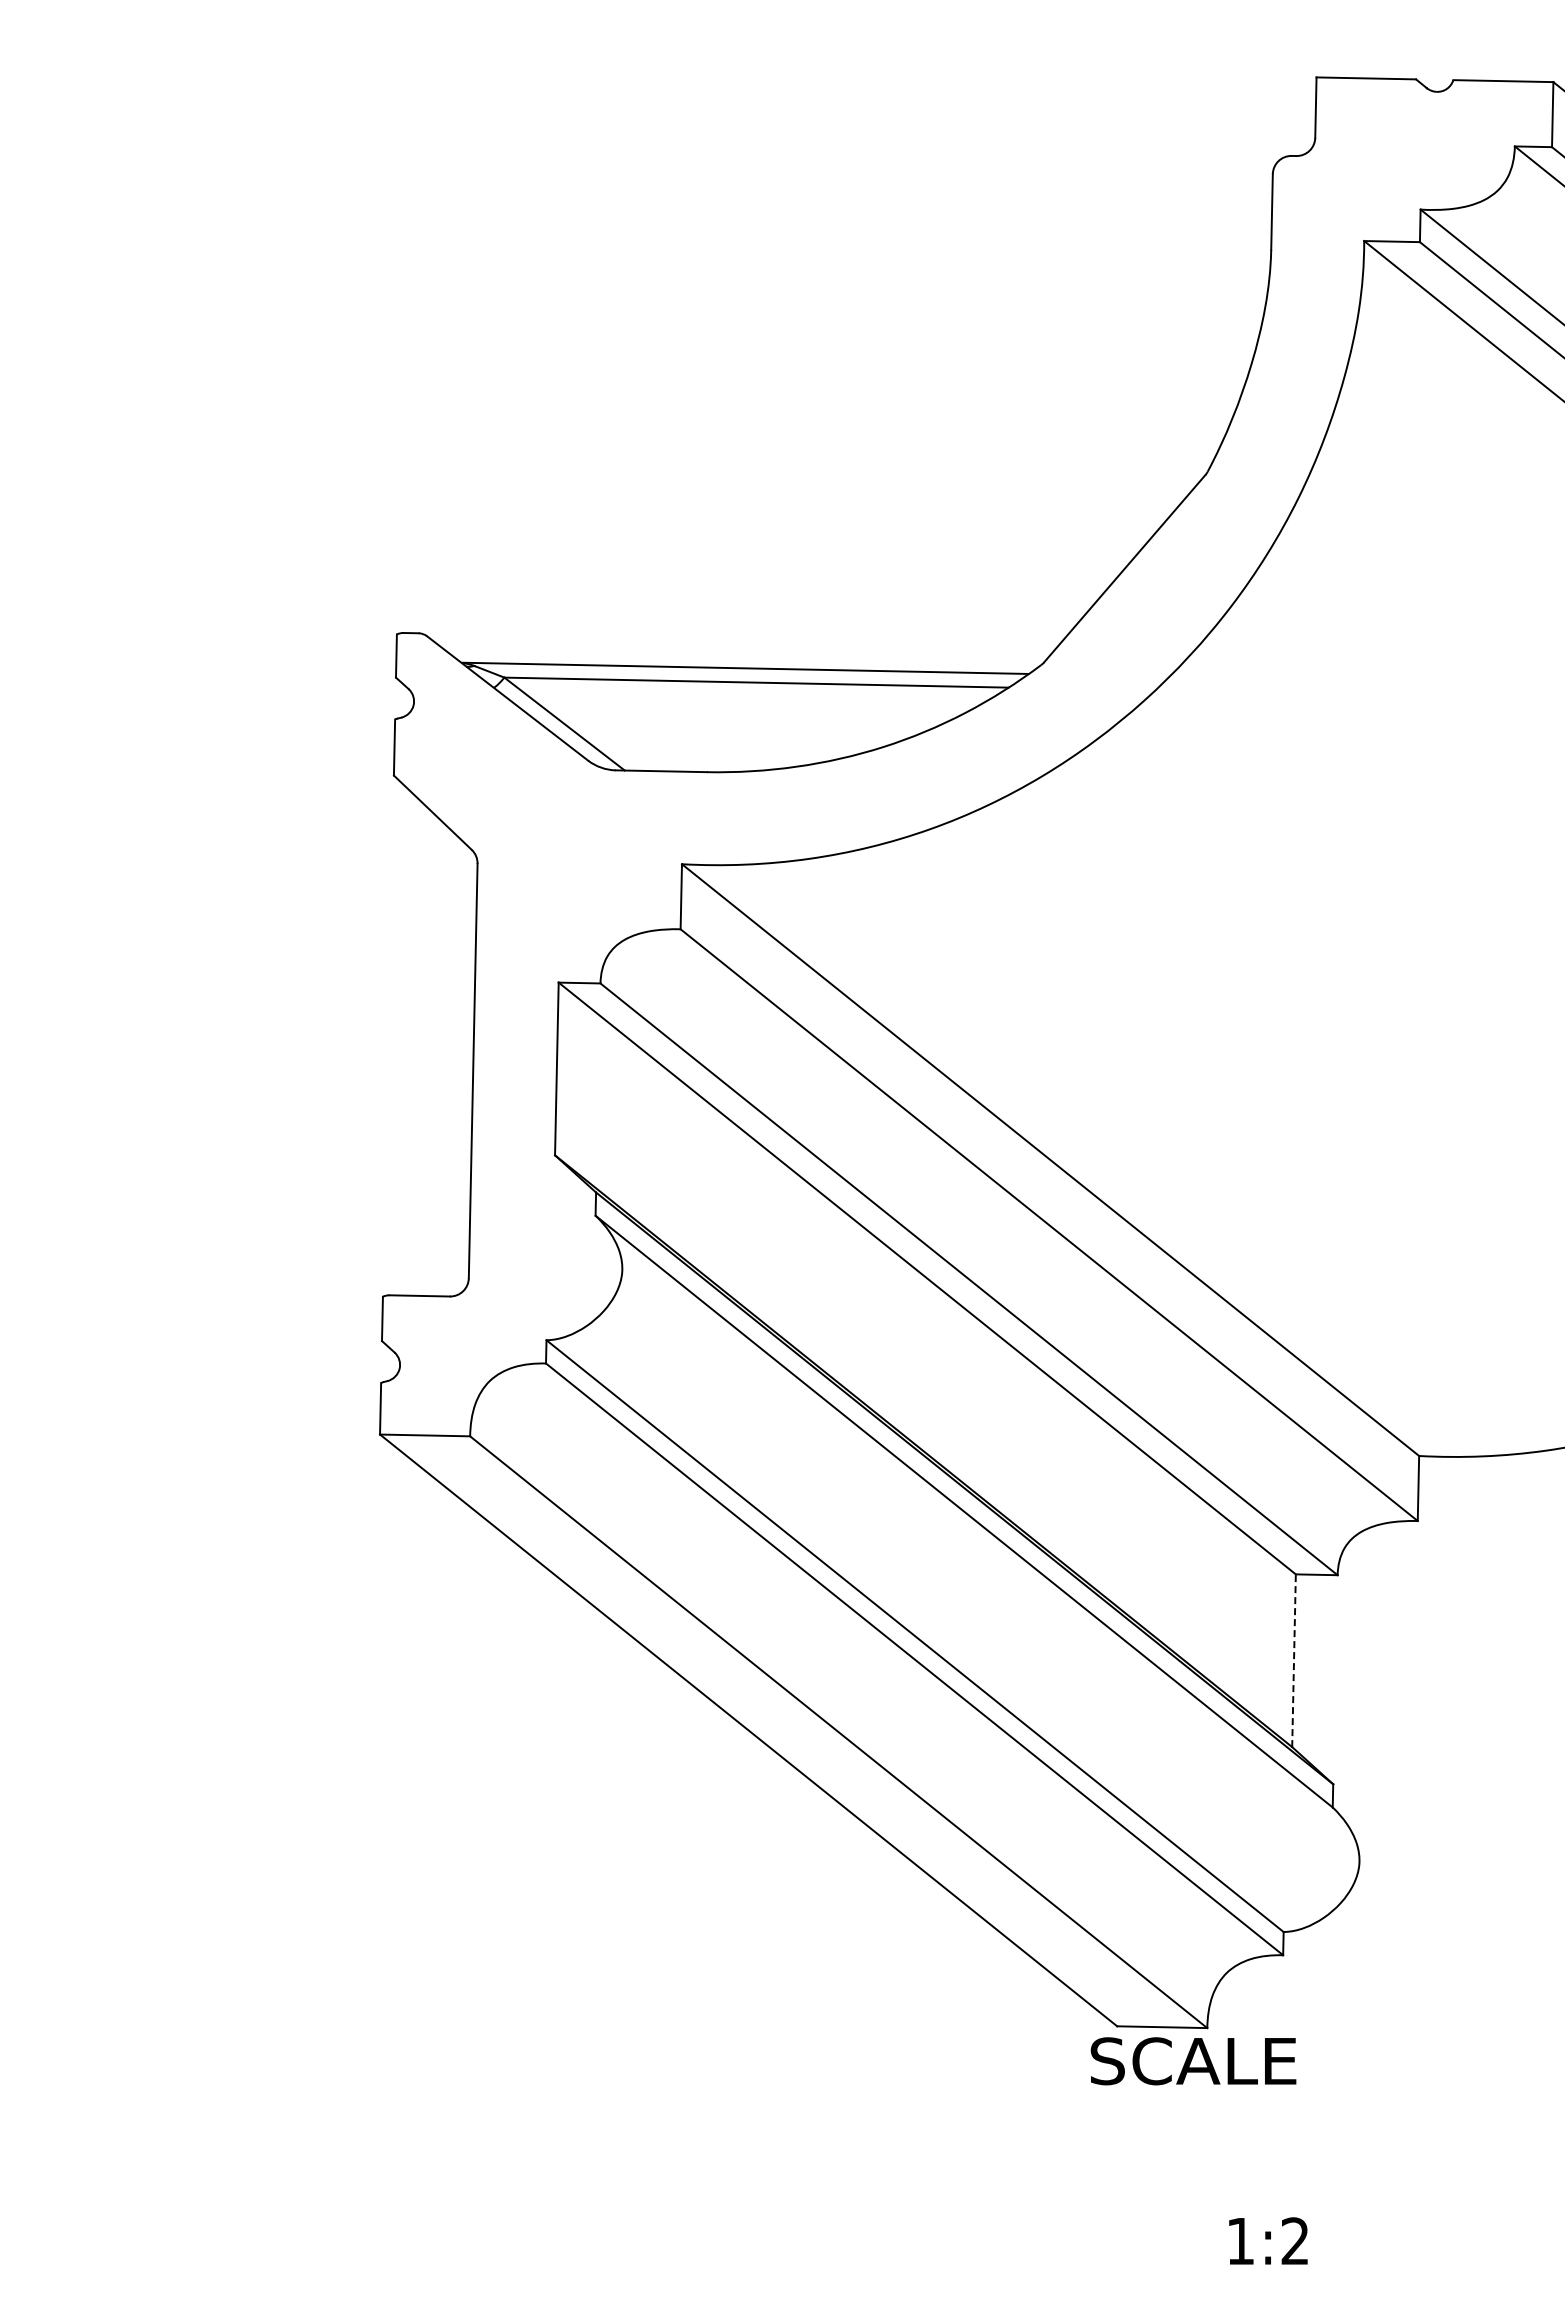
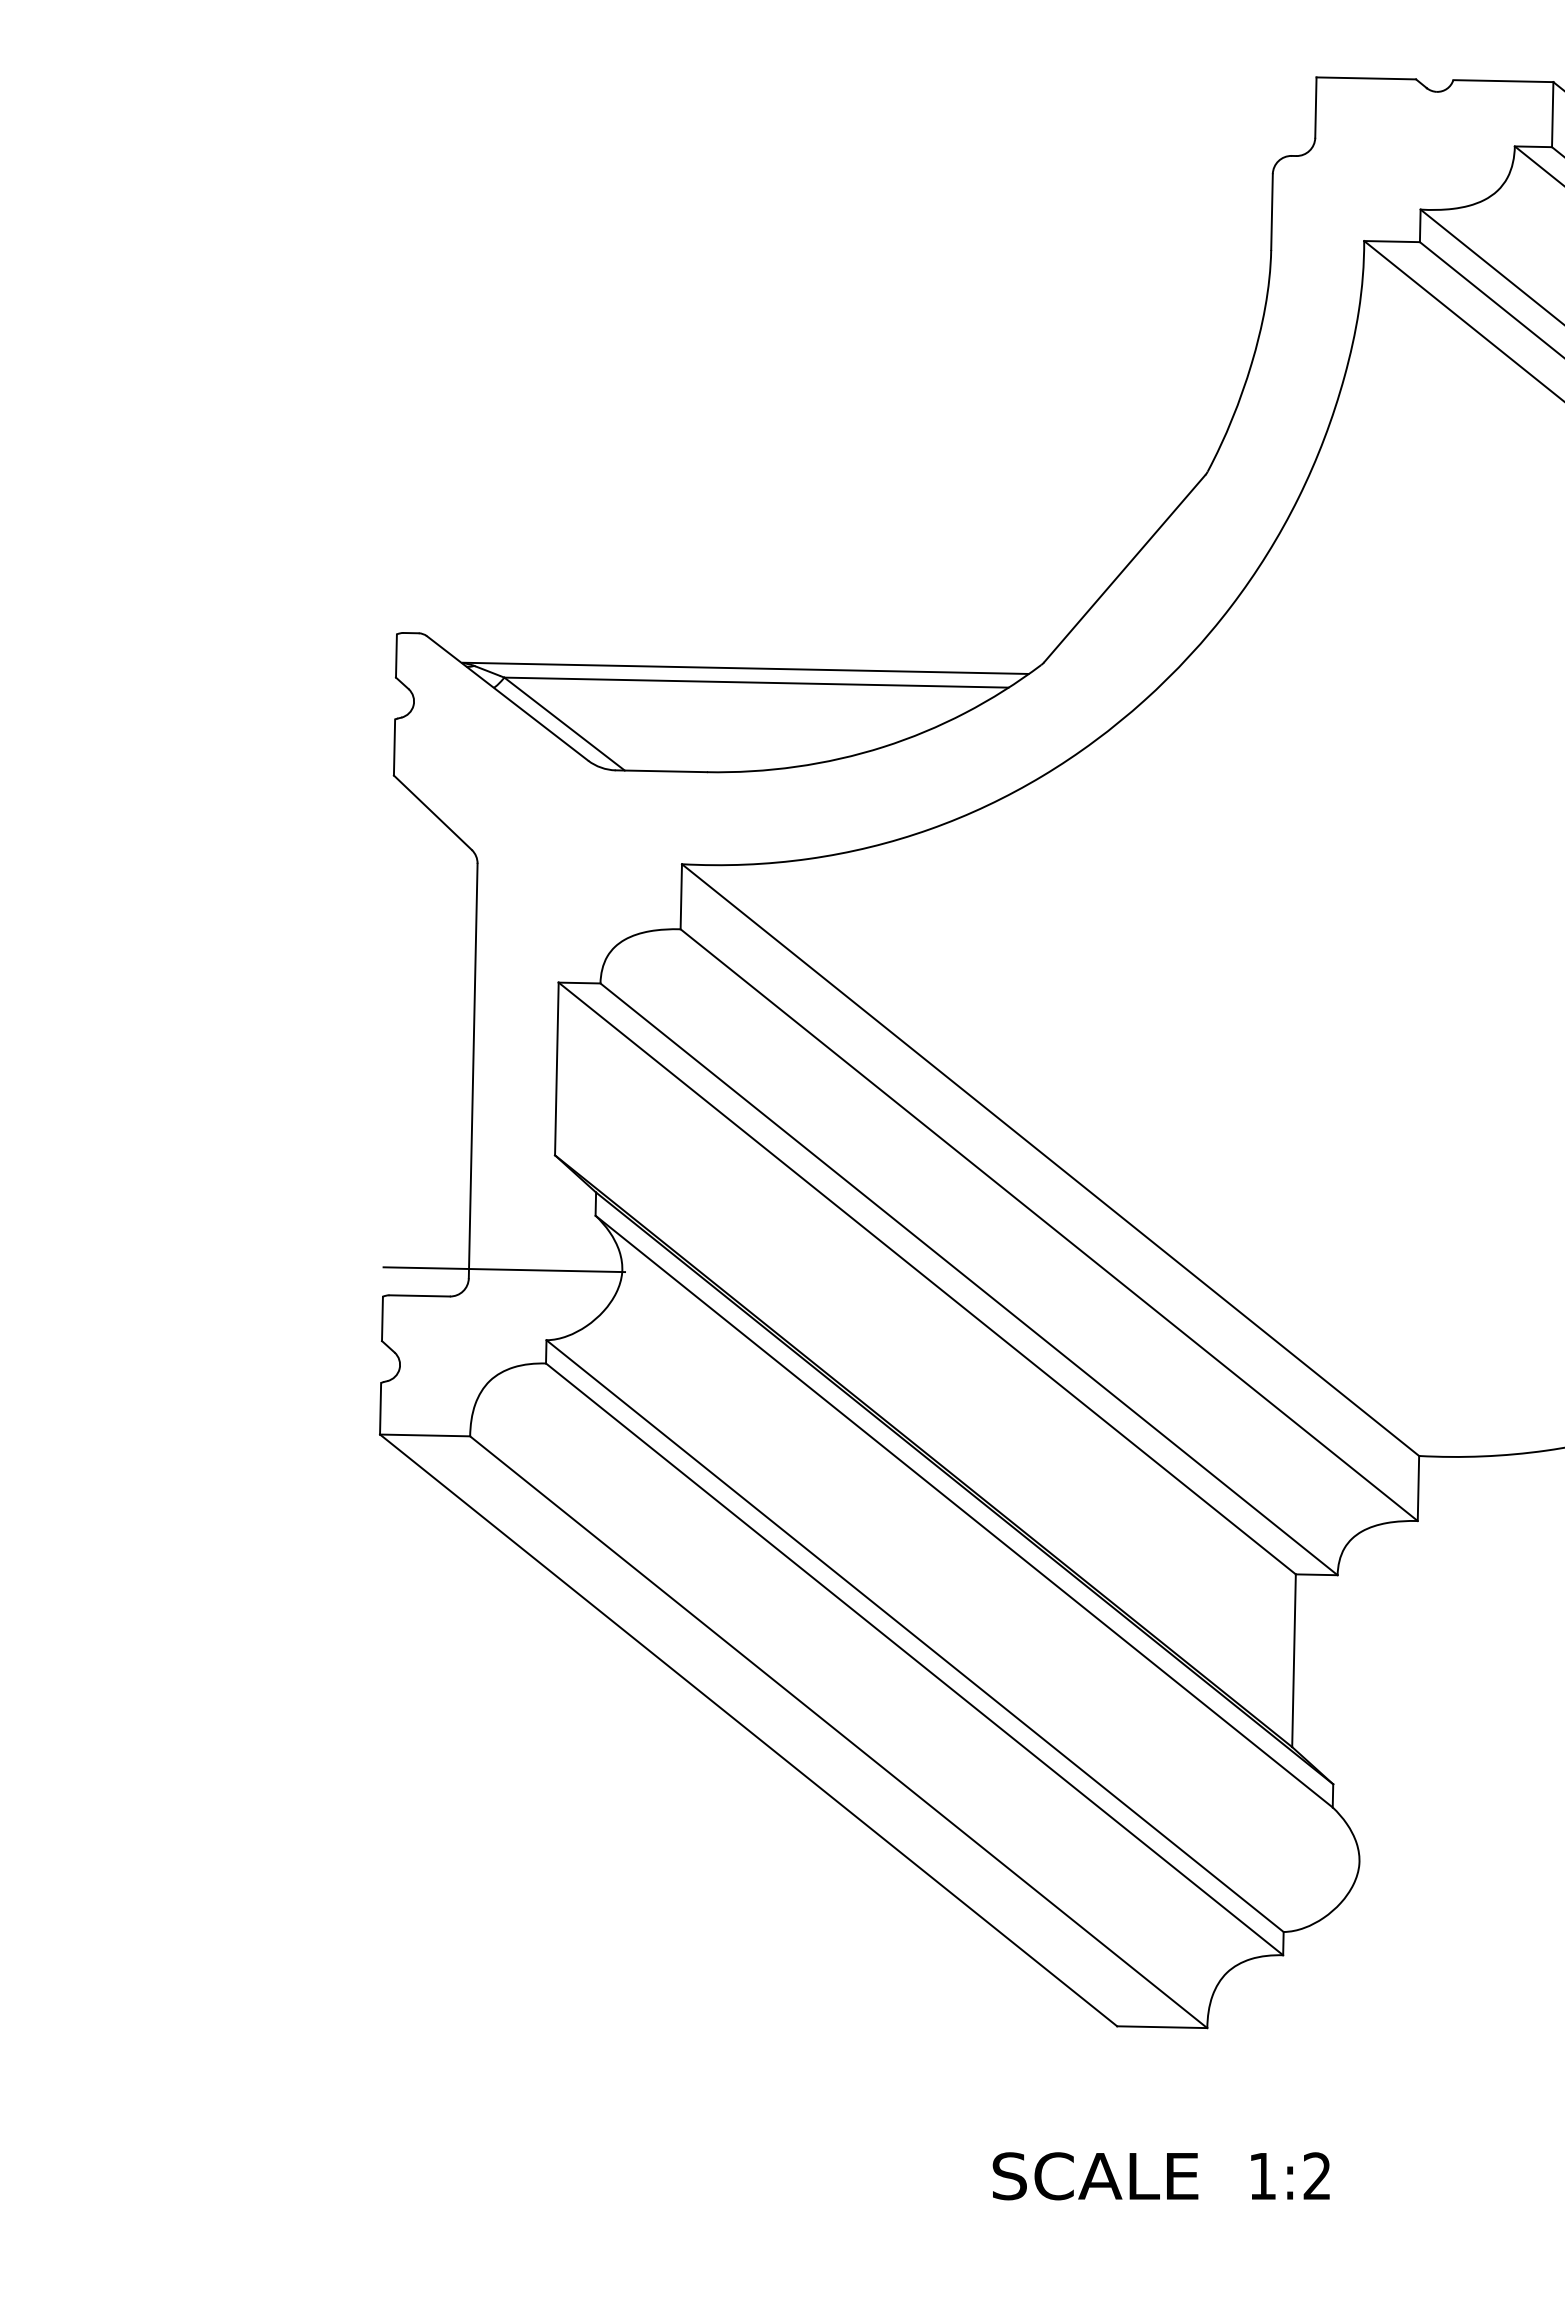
line at (504, 1269): none -> present
line at (1294, 1660): dashed -> solid
text at (1193, 2061) position: (1193, 2061) -> (1095, 2176)
text at (1268, 2240) position: (1268, 2240) -> (1290, 2175)
